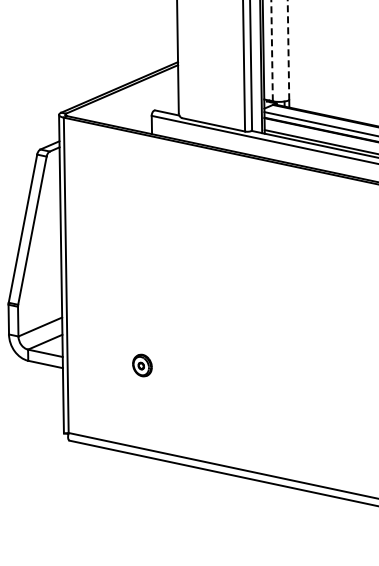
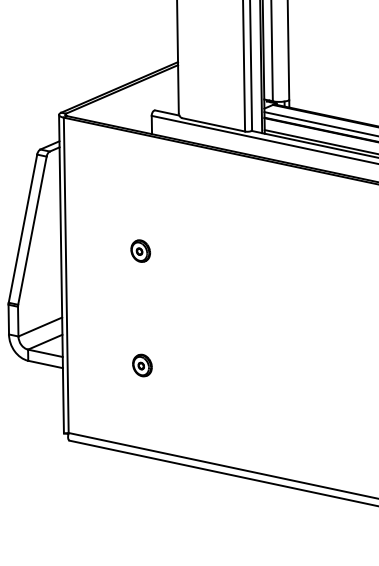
line at (272, 50): dashed -> solid
line at (288, 50): dashed -> solid
part at (140, 250): none -> present
